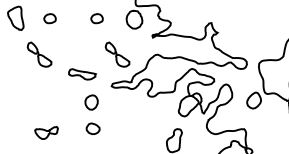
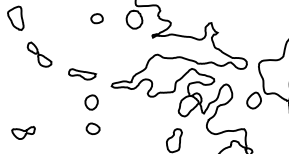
part at (49, 18): present -> none
part at (117, 54): present -> none
part at (46, 132) position: (46, 132) -> (23, 132)
